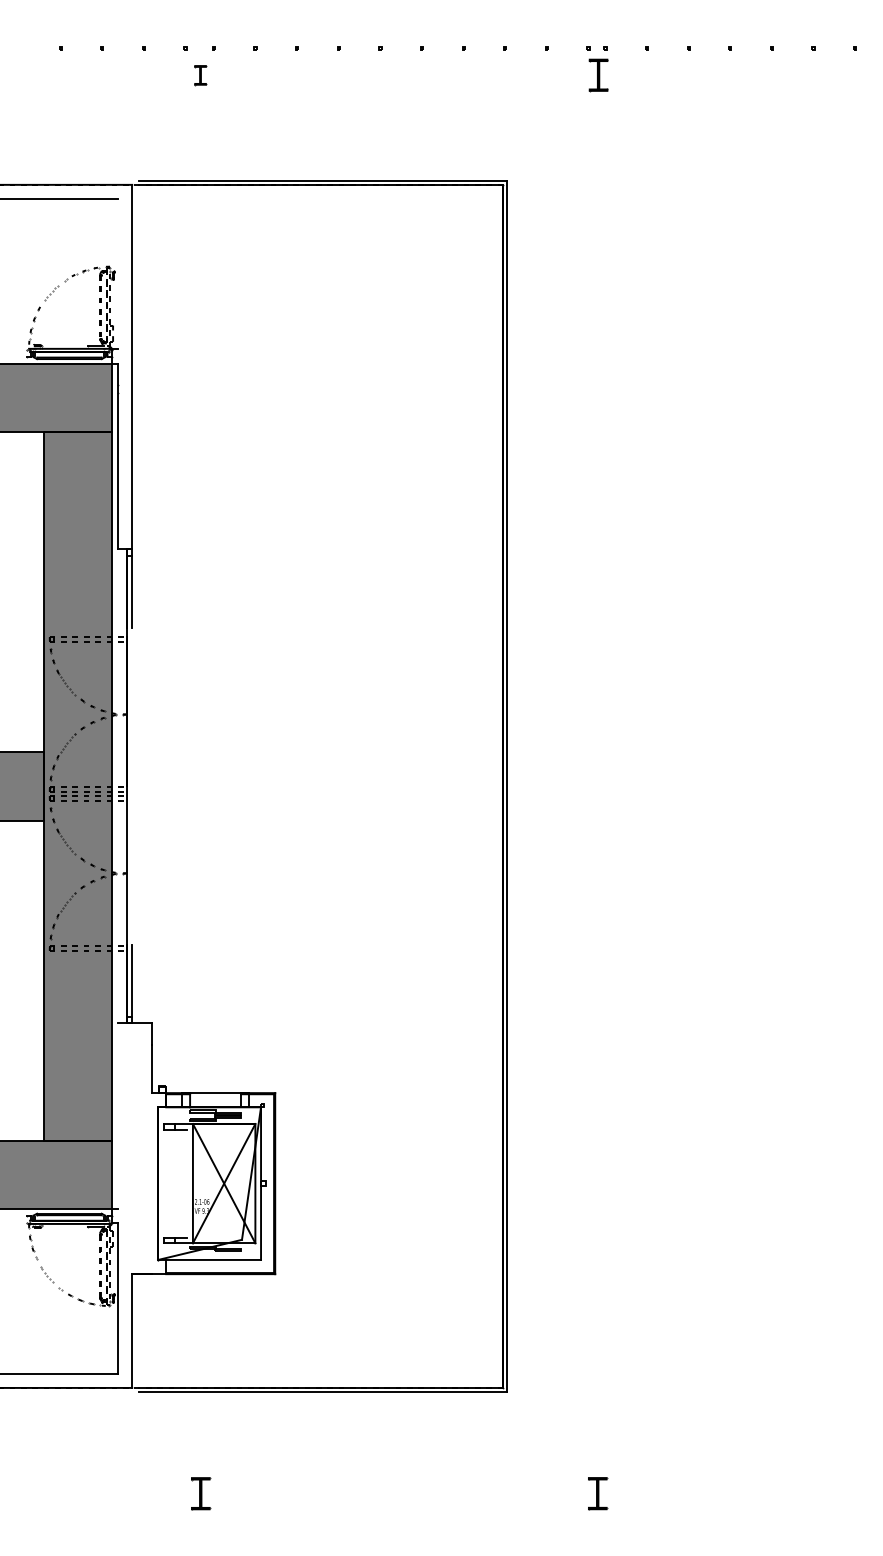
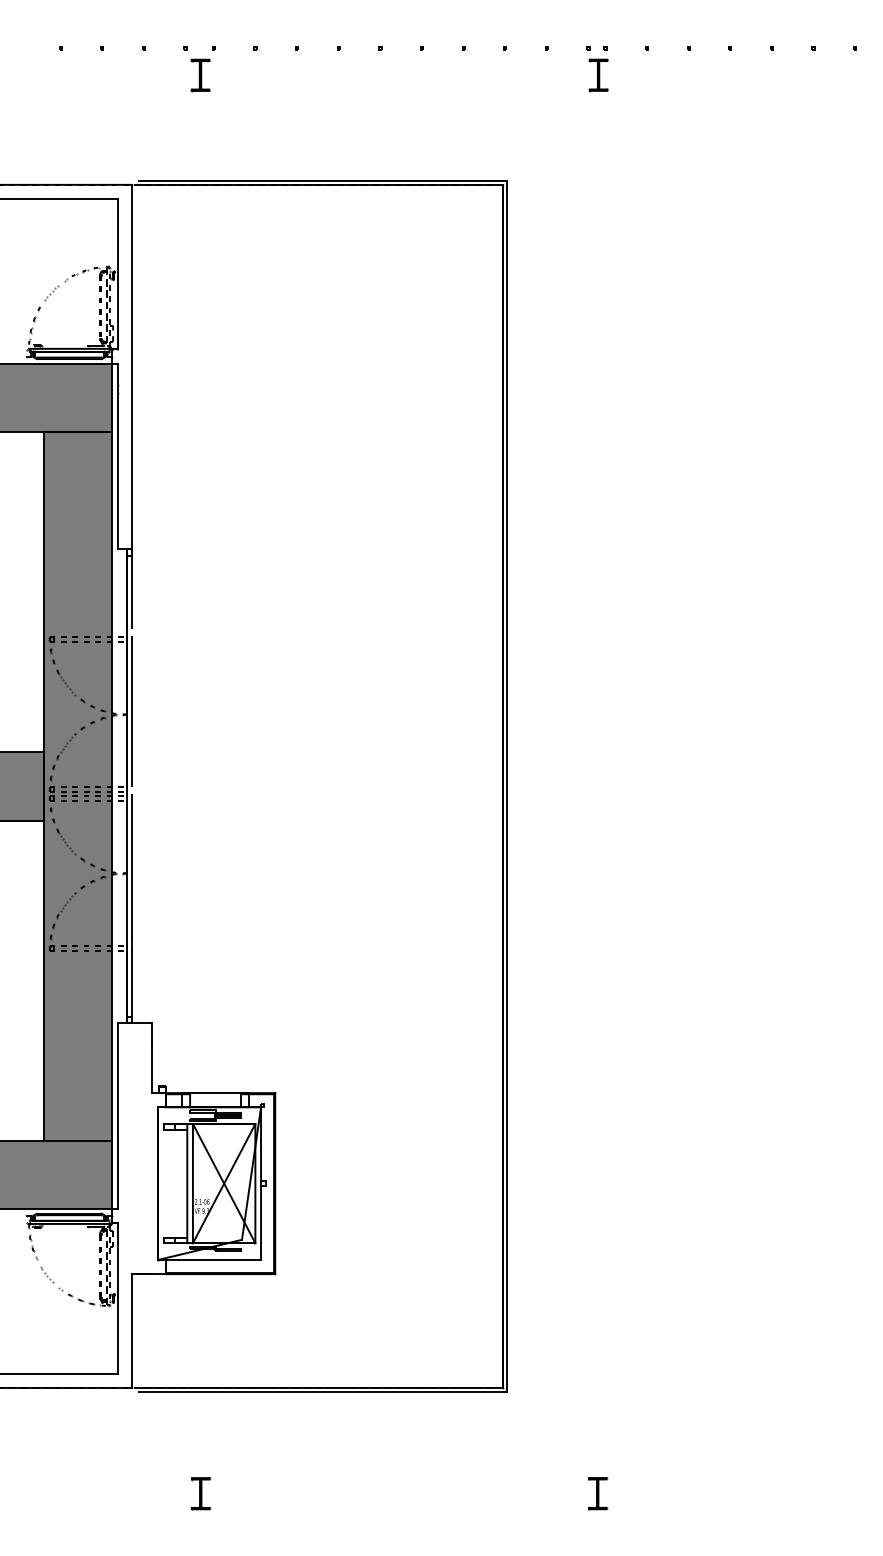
part at (200, 75) size: 14x22 px -> 21x35 px
line at (118, 274): none -> present
line at (132, 711): none -> present
line at (132, 869): none -> present
line at (118, 1116): none -> present
line at (187, 1183): none -> present
